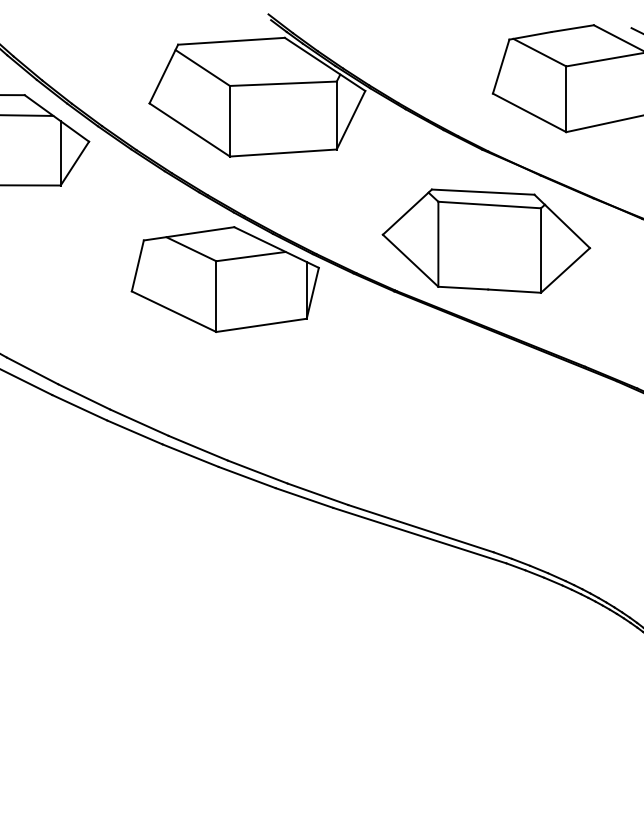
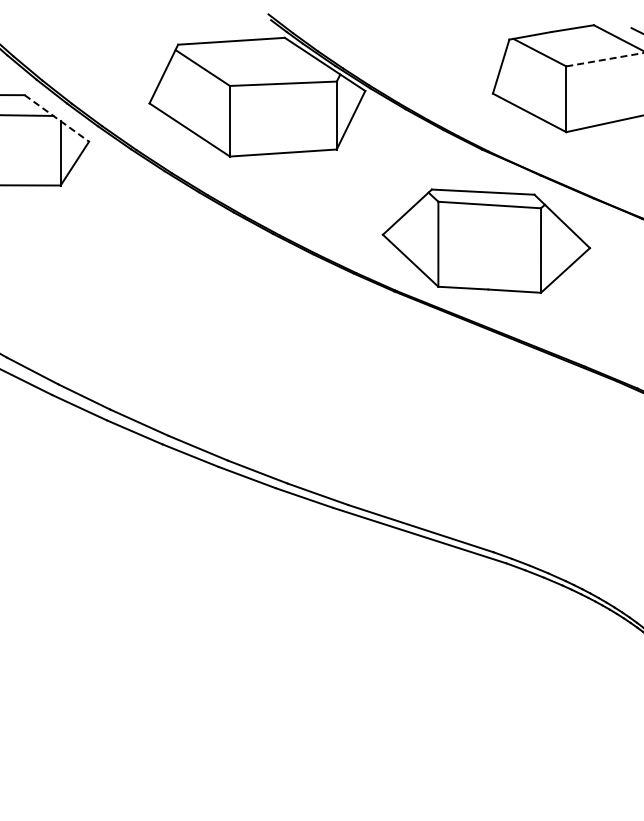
line at (605, 59): solid -> dashed
line at (56, 118): solid -> dashed
part at (224, 279): present -> none
